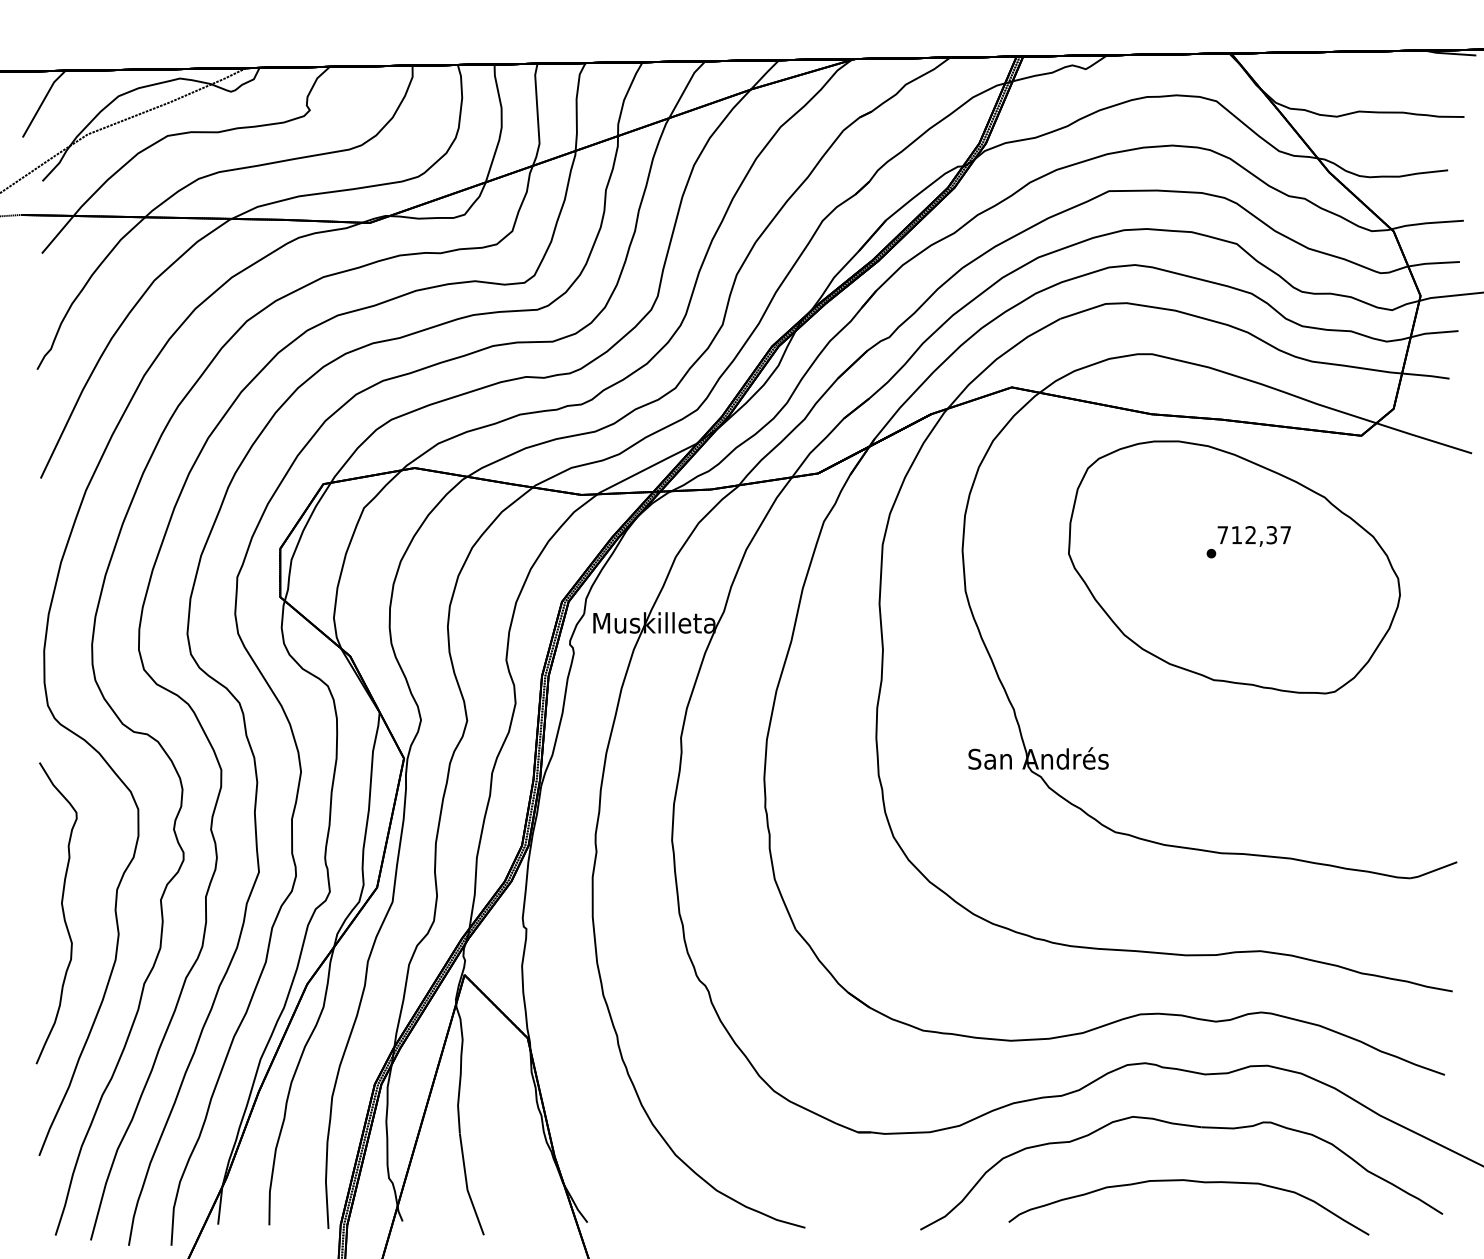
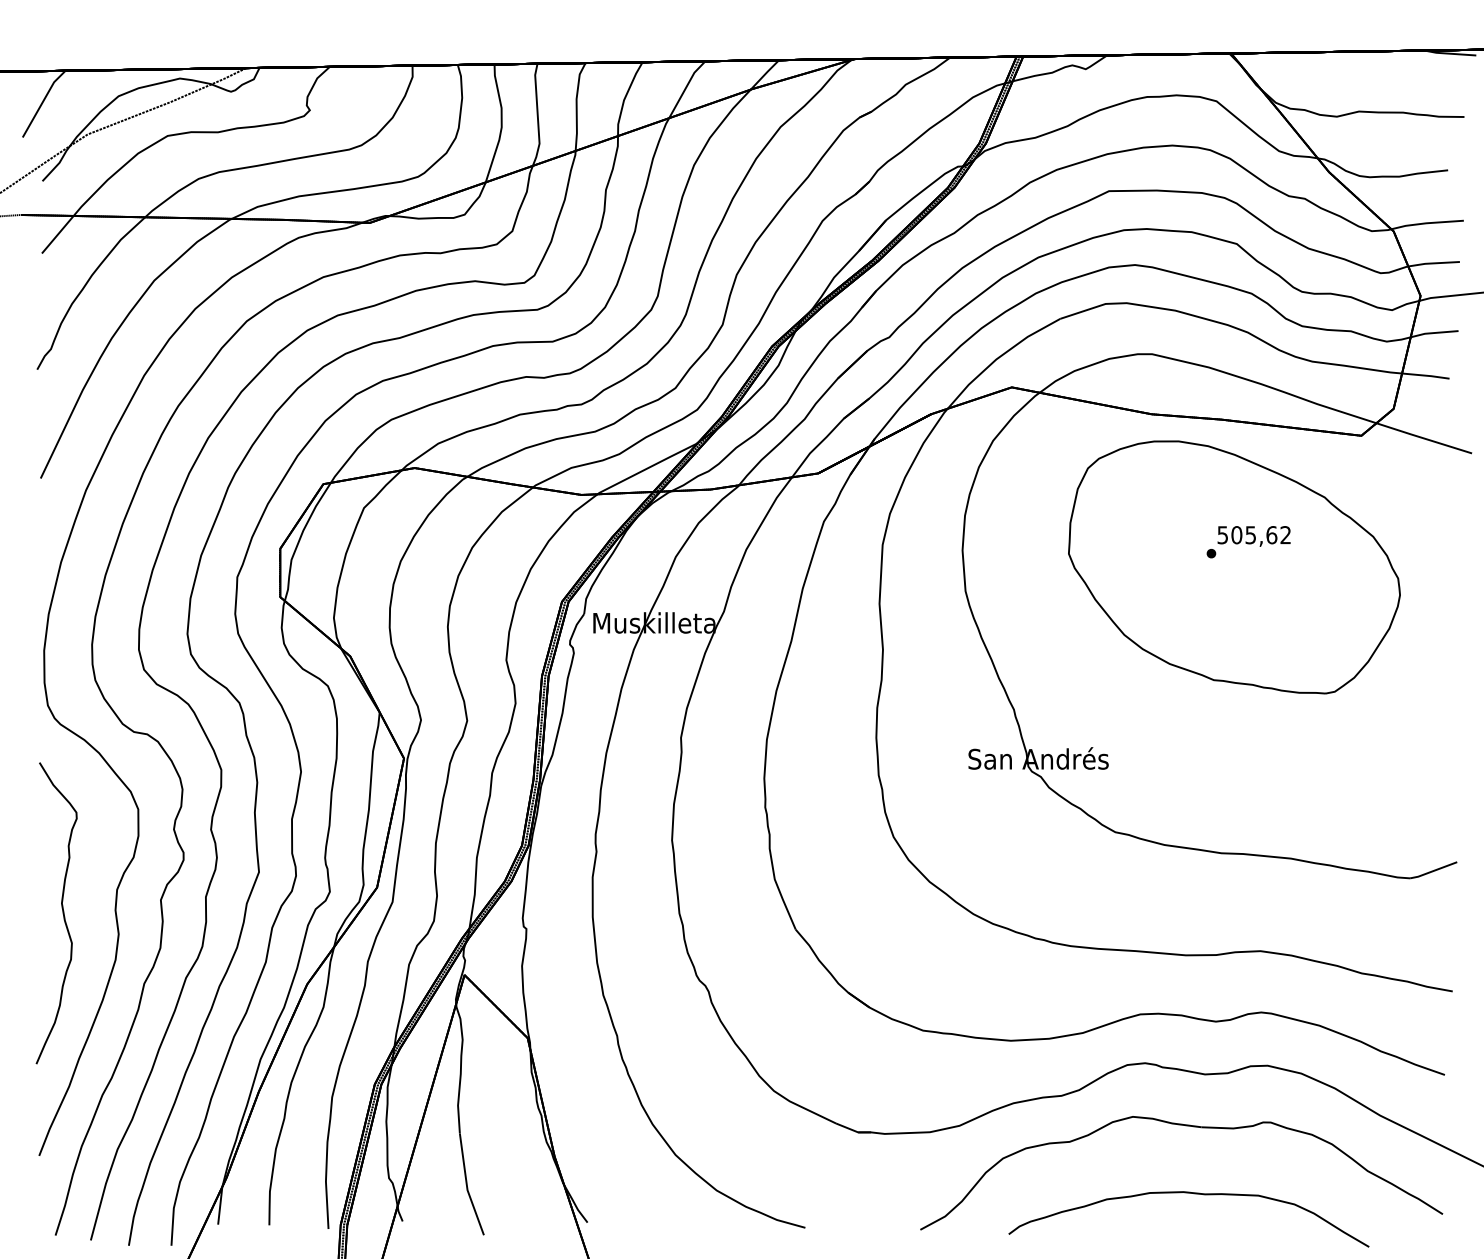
text at (1253, 535): 712,37 -> 505,62
curve at (1194, 1182) position: (1194, 1182) -> (1194, 1194)
